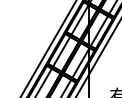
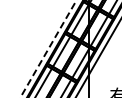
line at (48, 49): solid -> dashed
